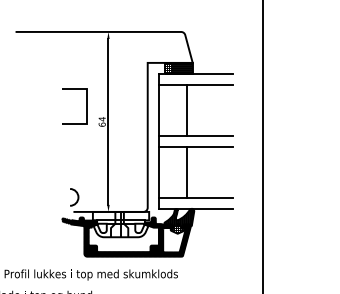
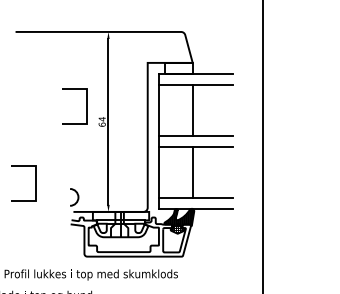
hatch at (178, 68): present -> none
line at (187, 110) position: (187, 110) -> (193, 110)
line at (187, 172) position: (187, 172) -> (193, 172)
line at (35, 183): none -> present
hatch at (125, 236): present -> none
